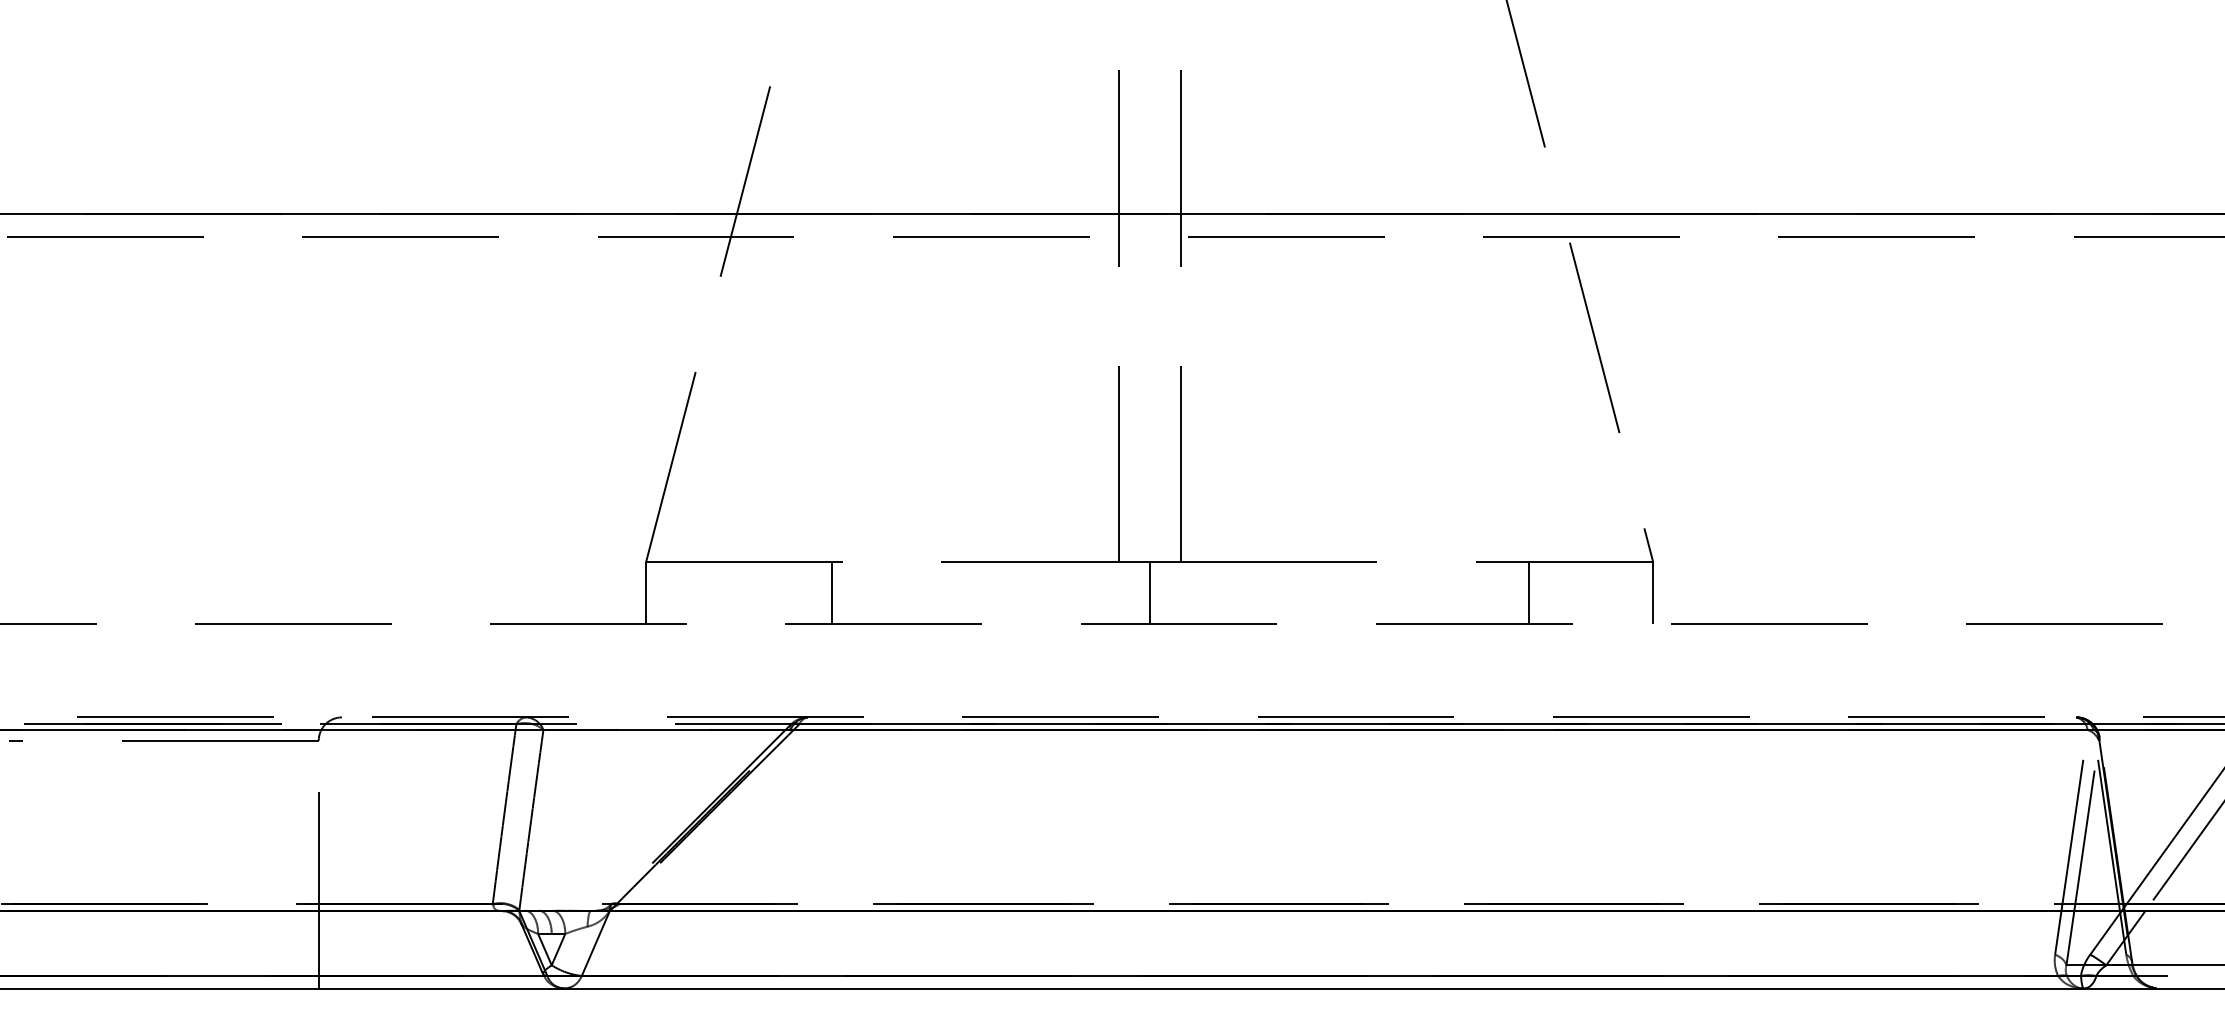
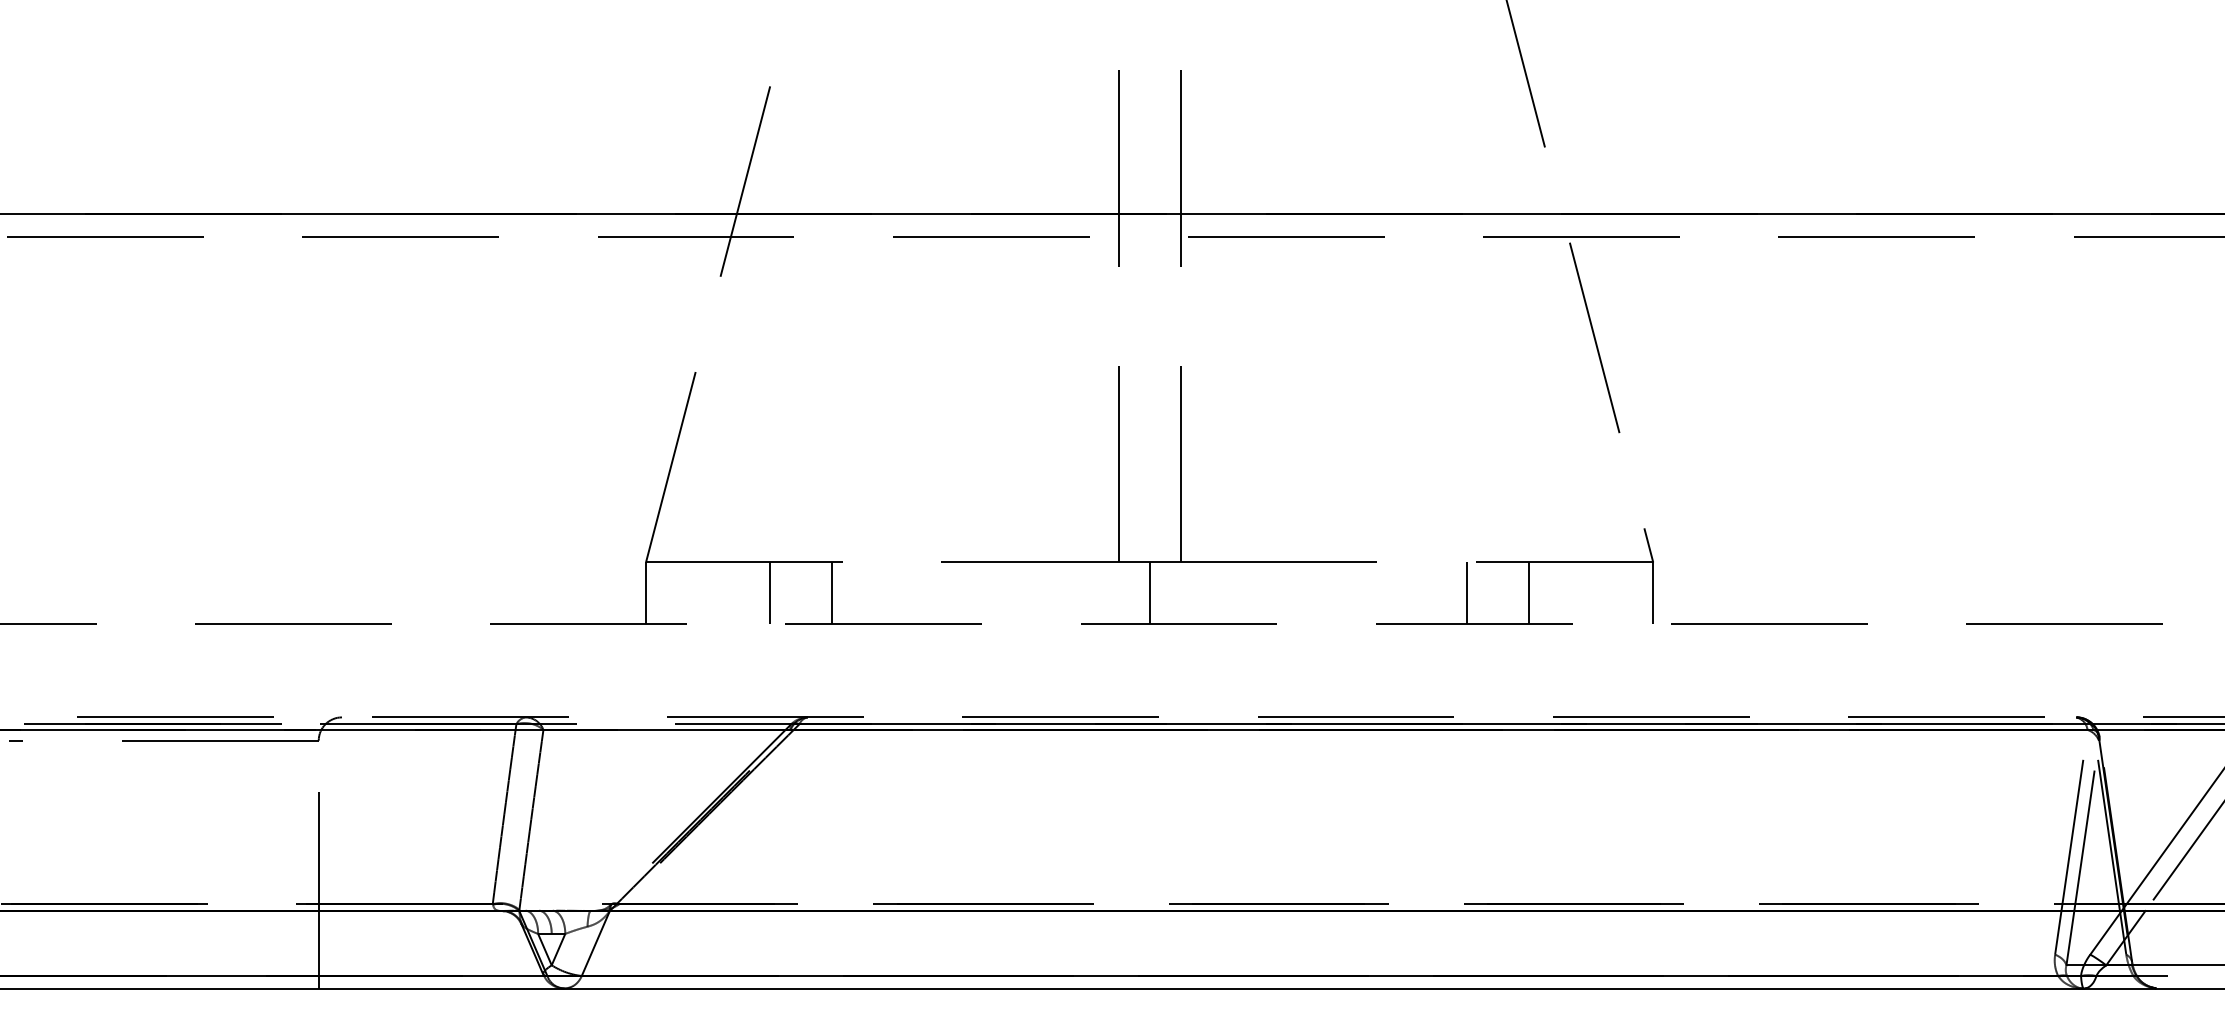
line at (769, 593): none -> present
line at (1467, 593): none -> present
